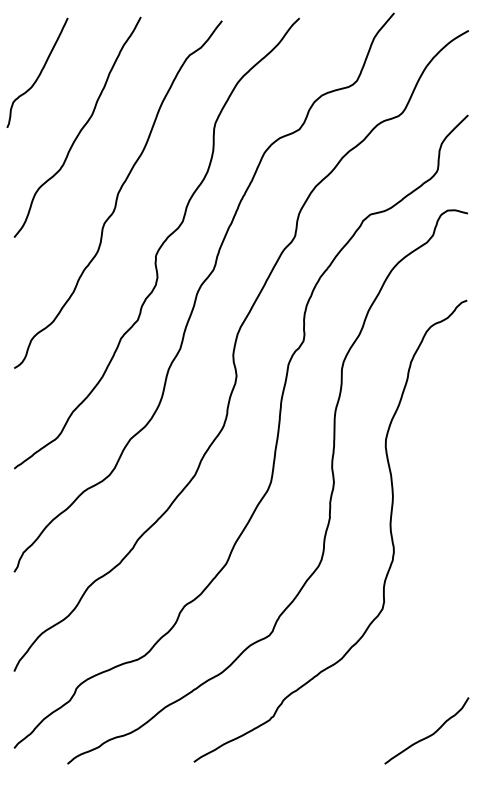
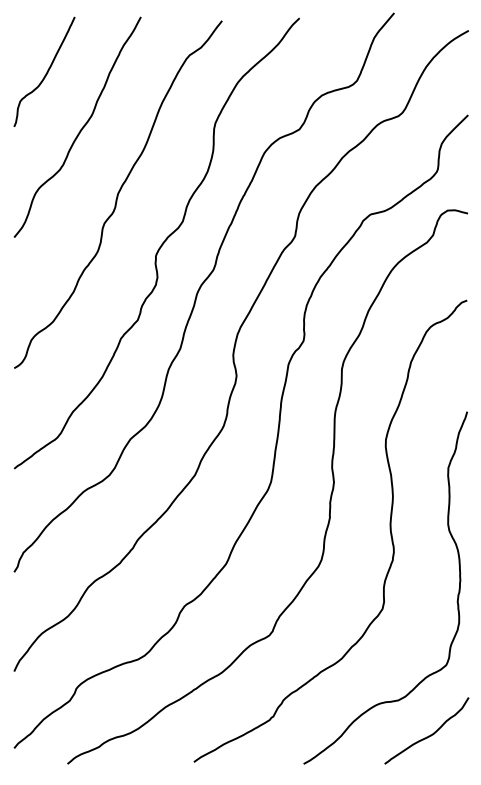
curve at (39, 72) position: (39, 72) -> (46, 71)
curve at (457, 594): none -> present
